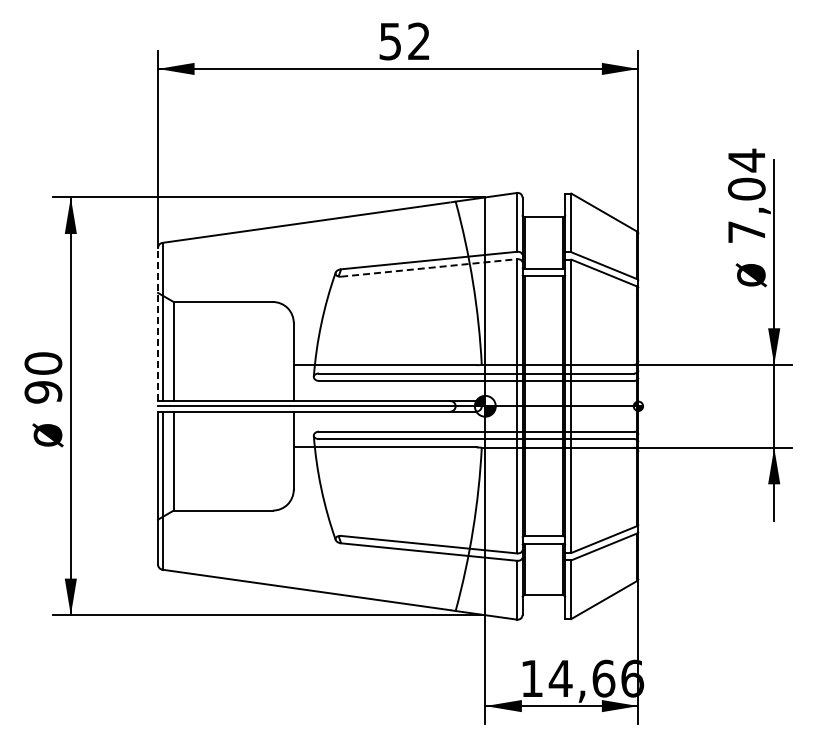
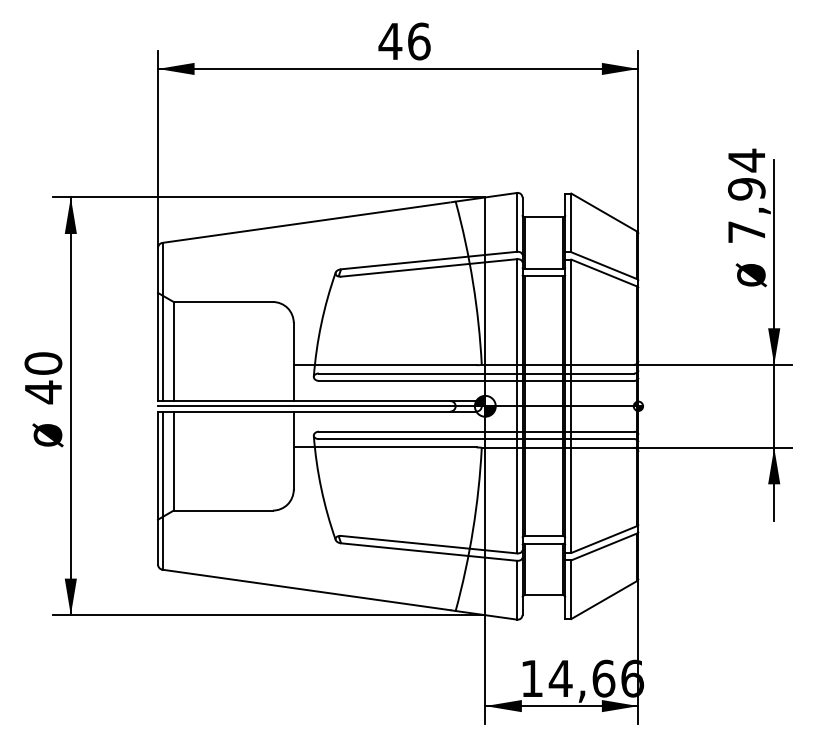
text at (404, 41): 52 -> 46
text at (746, 188): 7,04 -> 7,94
line at (429, 267): dashed -> solid
line at (158, 324): dashed -> solid
text at (43, 392): 90 -> 40
